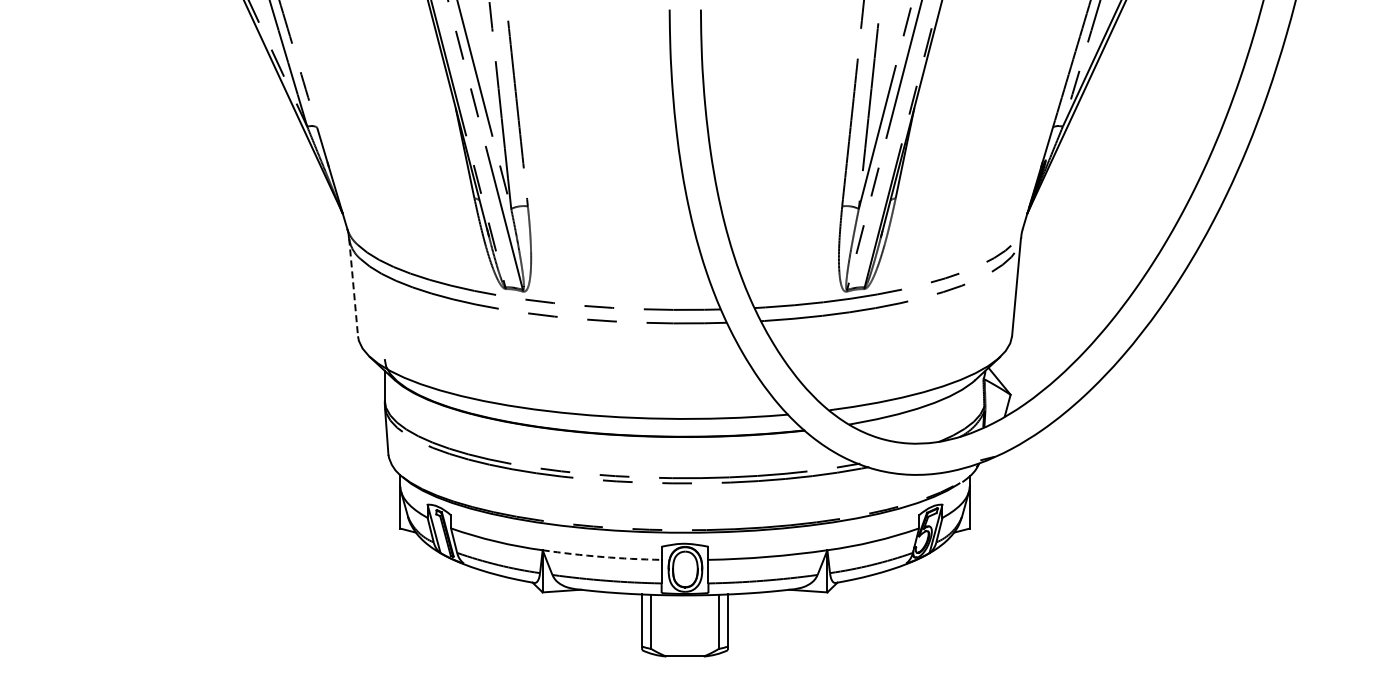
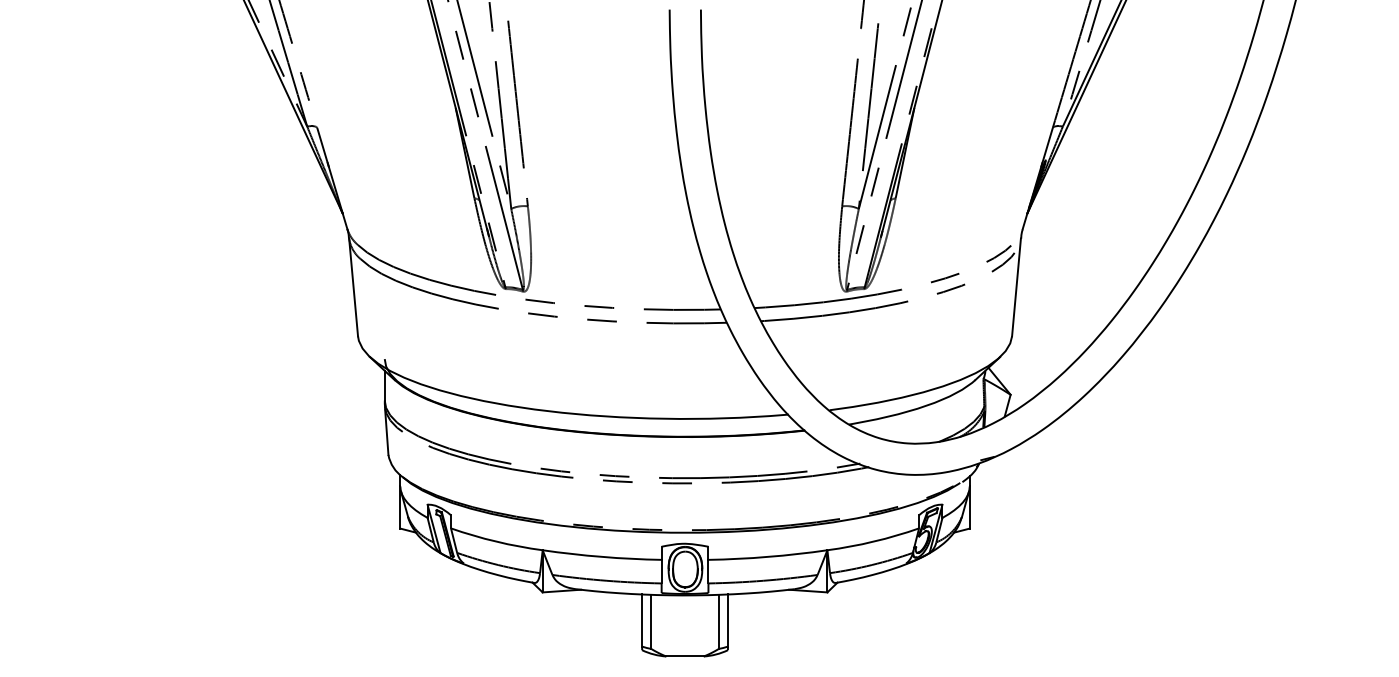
line at (353, 287): dashed -> solid
arc at (602, 556): dashed -> solid
